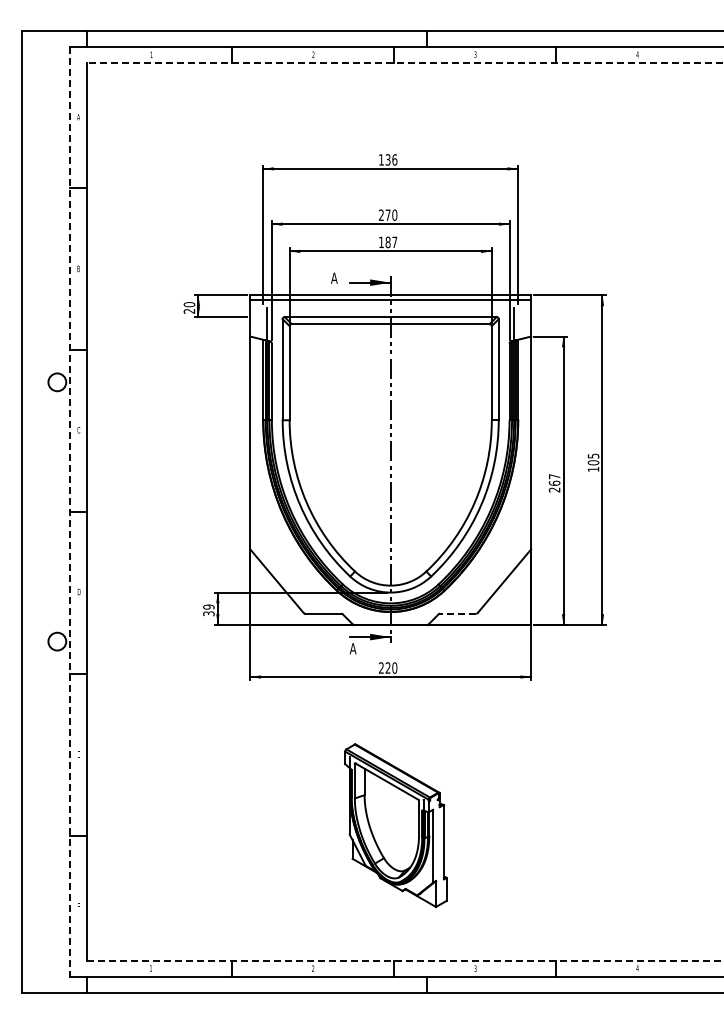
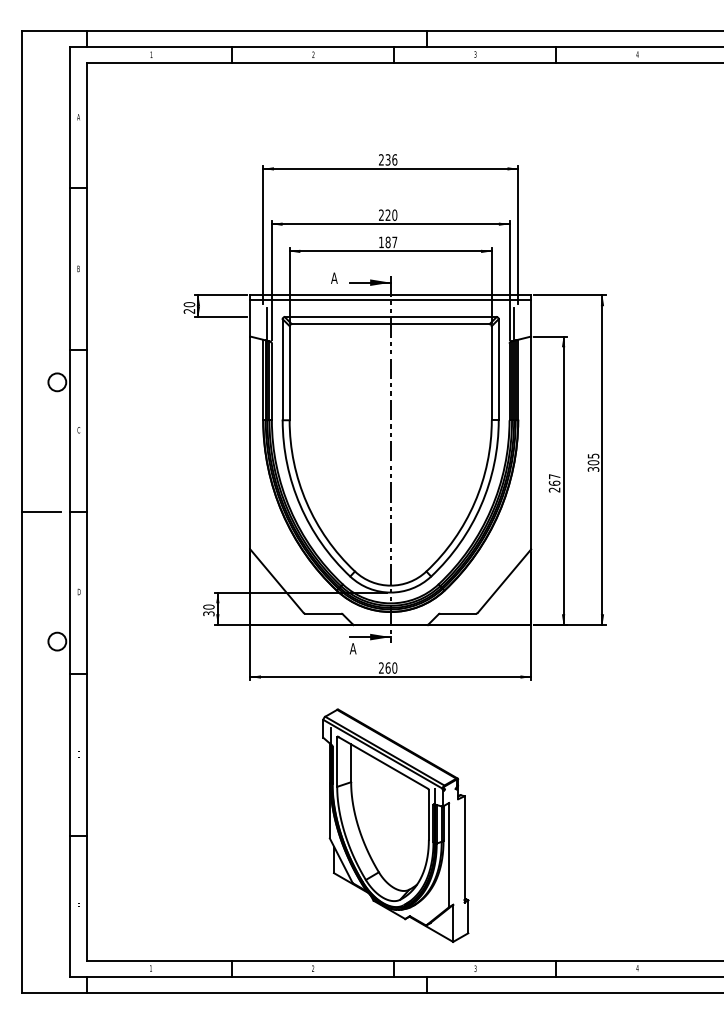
line at (404, 63): dashed -> solid
text at (381, 159): 136 -> 236
text at (387, 214): 270 -> 220
text at (593, 469): 105 -> 305
line at (40, 512): none -> present
line at (70, 512): dashed -> solid
text at (208, 606): 39 -> 30
line at (458, 613): dashed -> solid
text at (387, 667): 220 -> 260
part at (395, 825) size: 104x166 px -> 148x235 px
line at (405, 960): dashed -> solid
